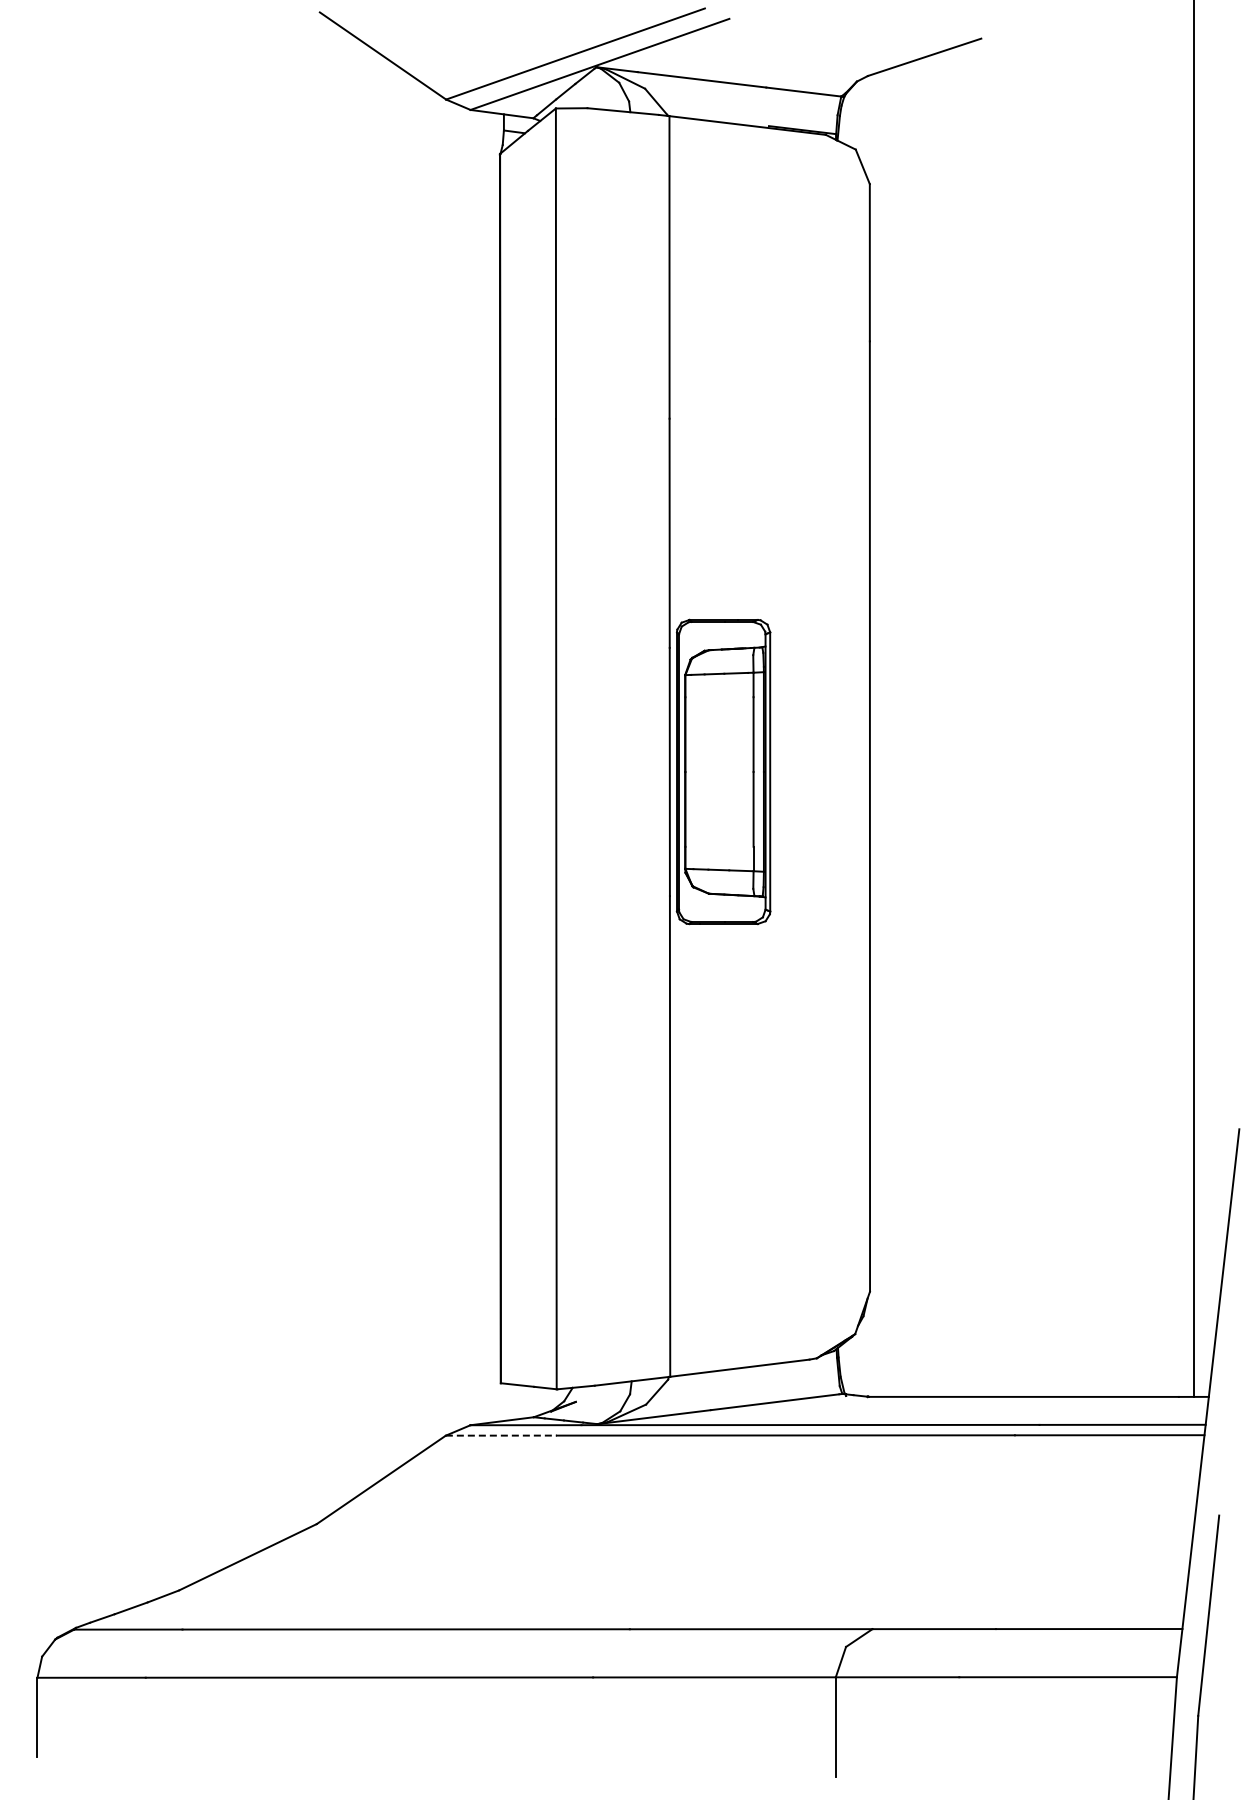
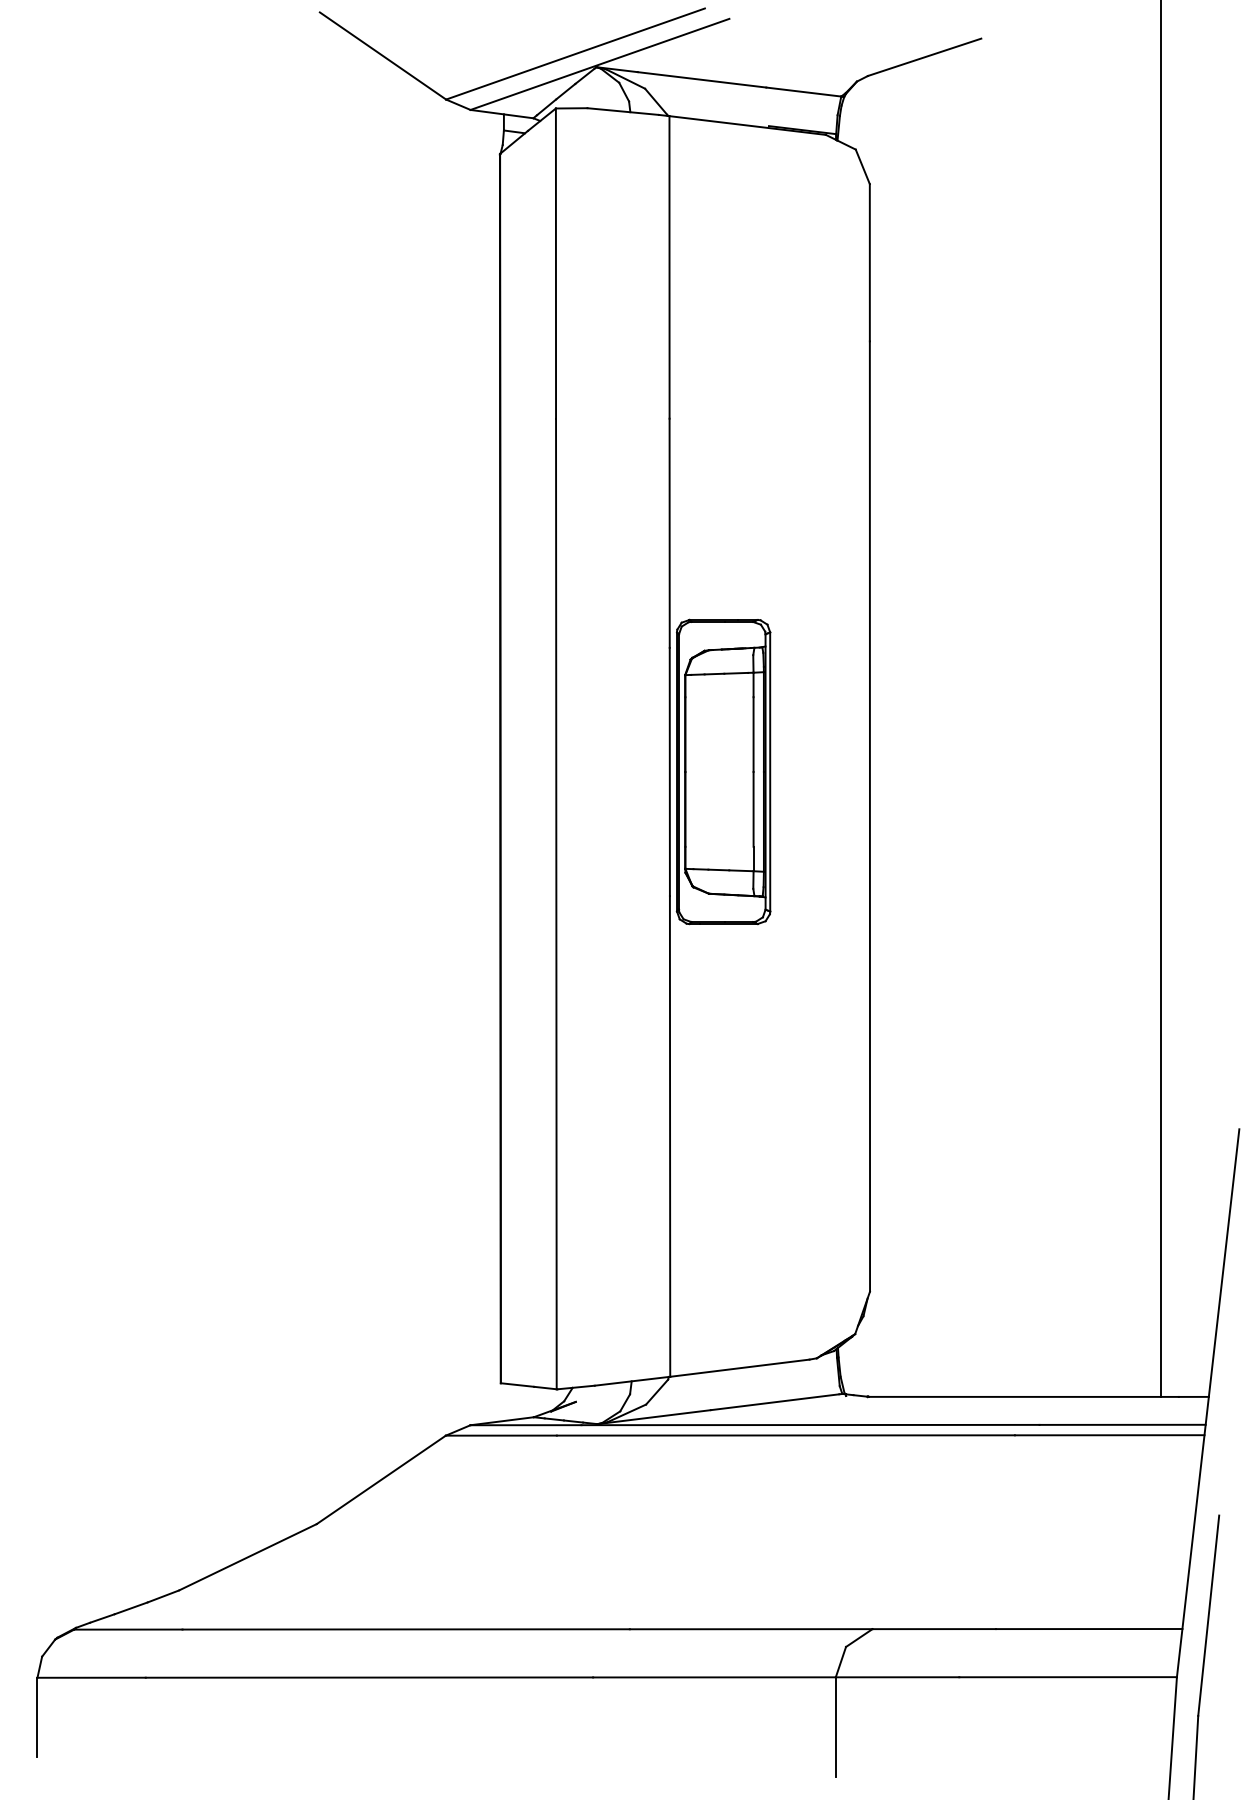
line at (1193, 699) position: (1193, 699) -> (1160, 699)
line at (501, 1435): dashed -> solid
